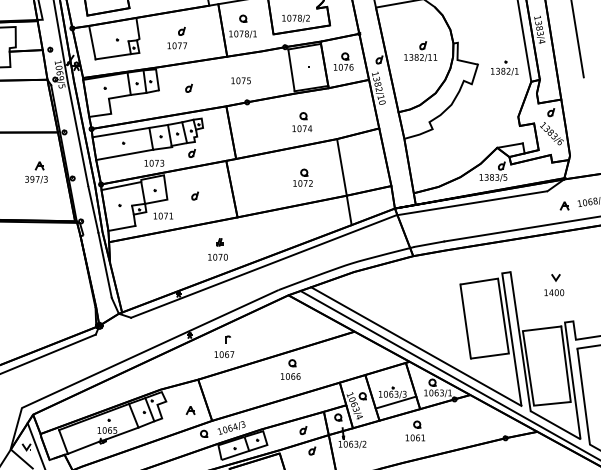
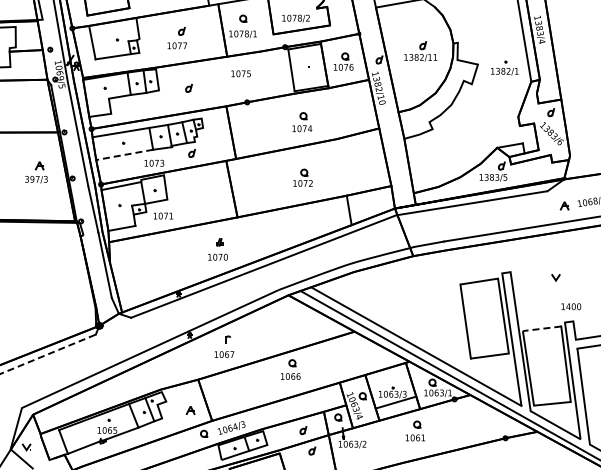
line at (577, 39): present -> none
text at (240, 80) position: (240, 80) -> (240, 73)
line at (124, 154): solid -> dashed
line at (341, 167): present -> none
part at (194, 195): present -> none
text at (554, 292) position: (554, 292) -> (571, 306)
line at (541, 328): solid -> dashed
line at (47, 354): solid -> dashed
line at (35, 444): present -> none
